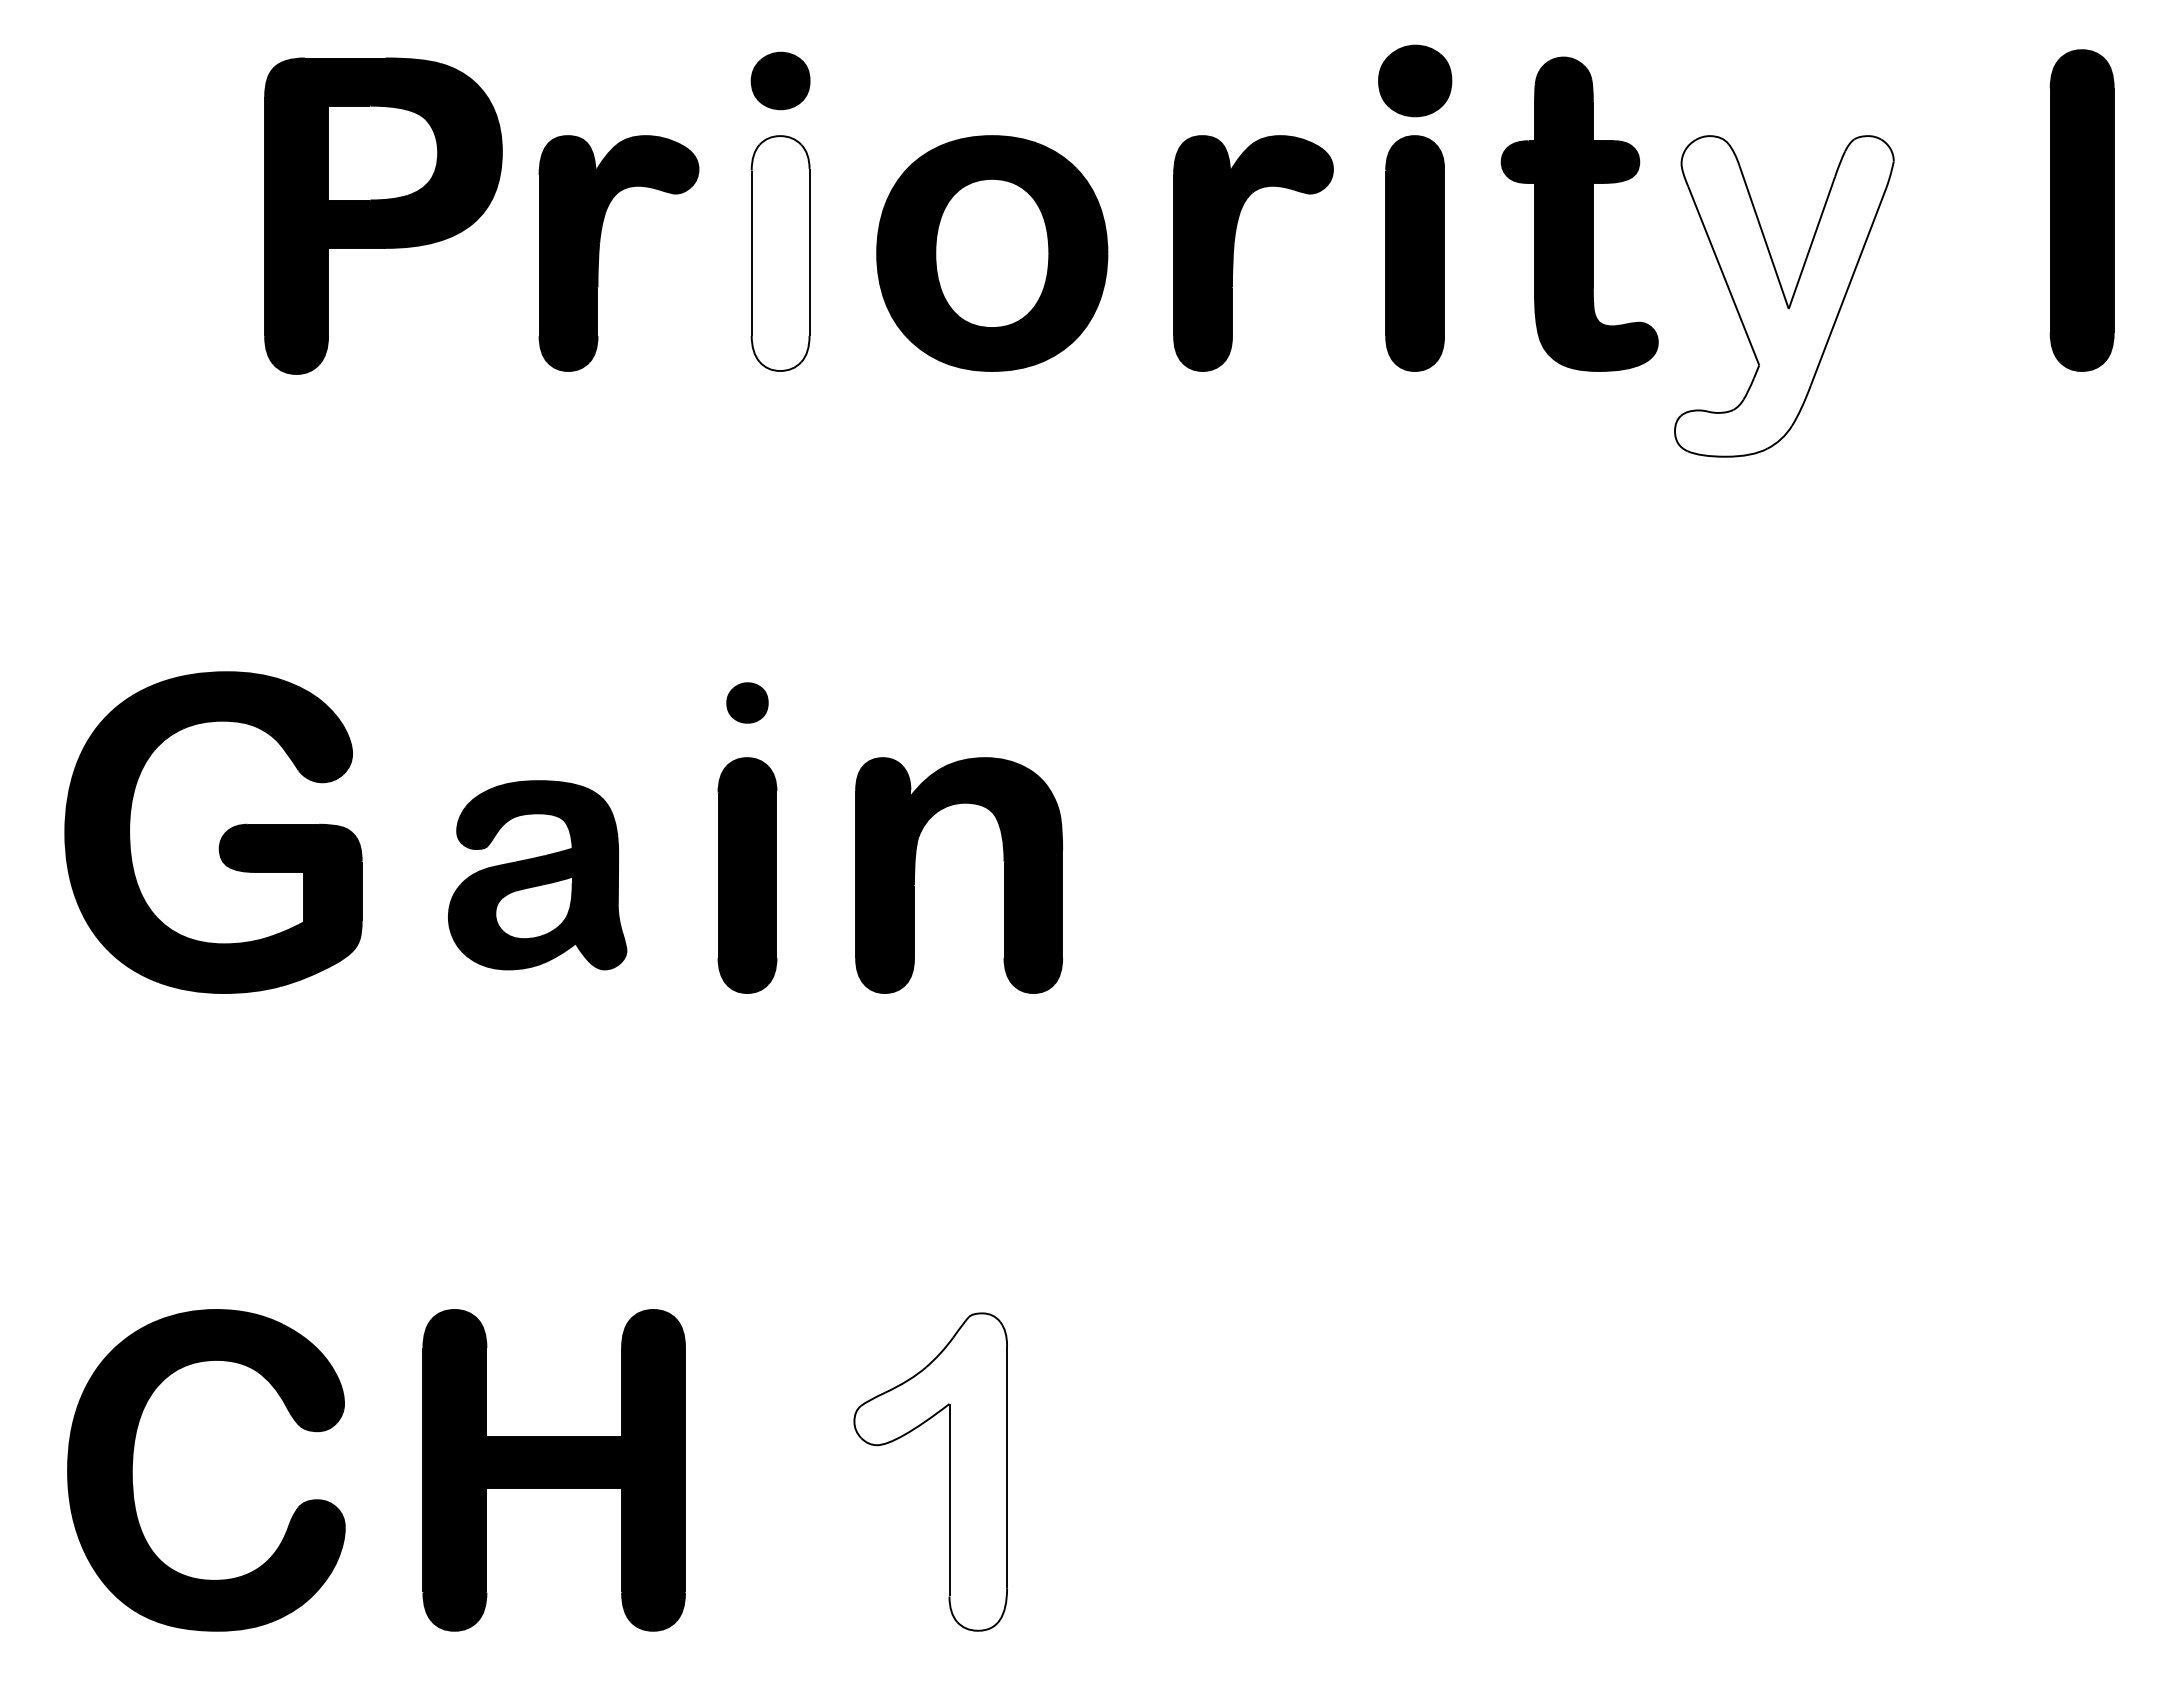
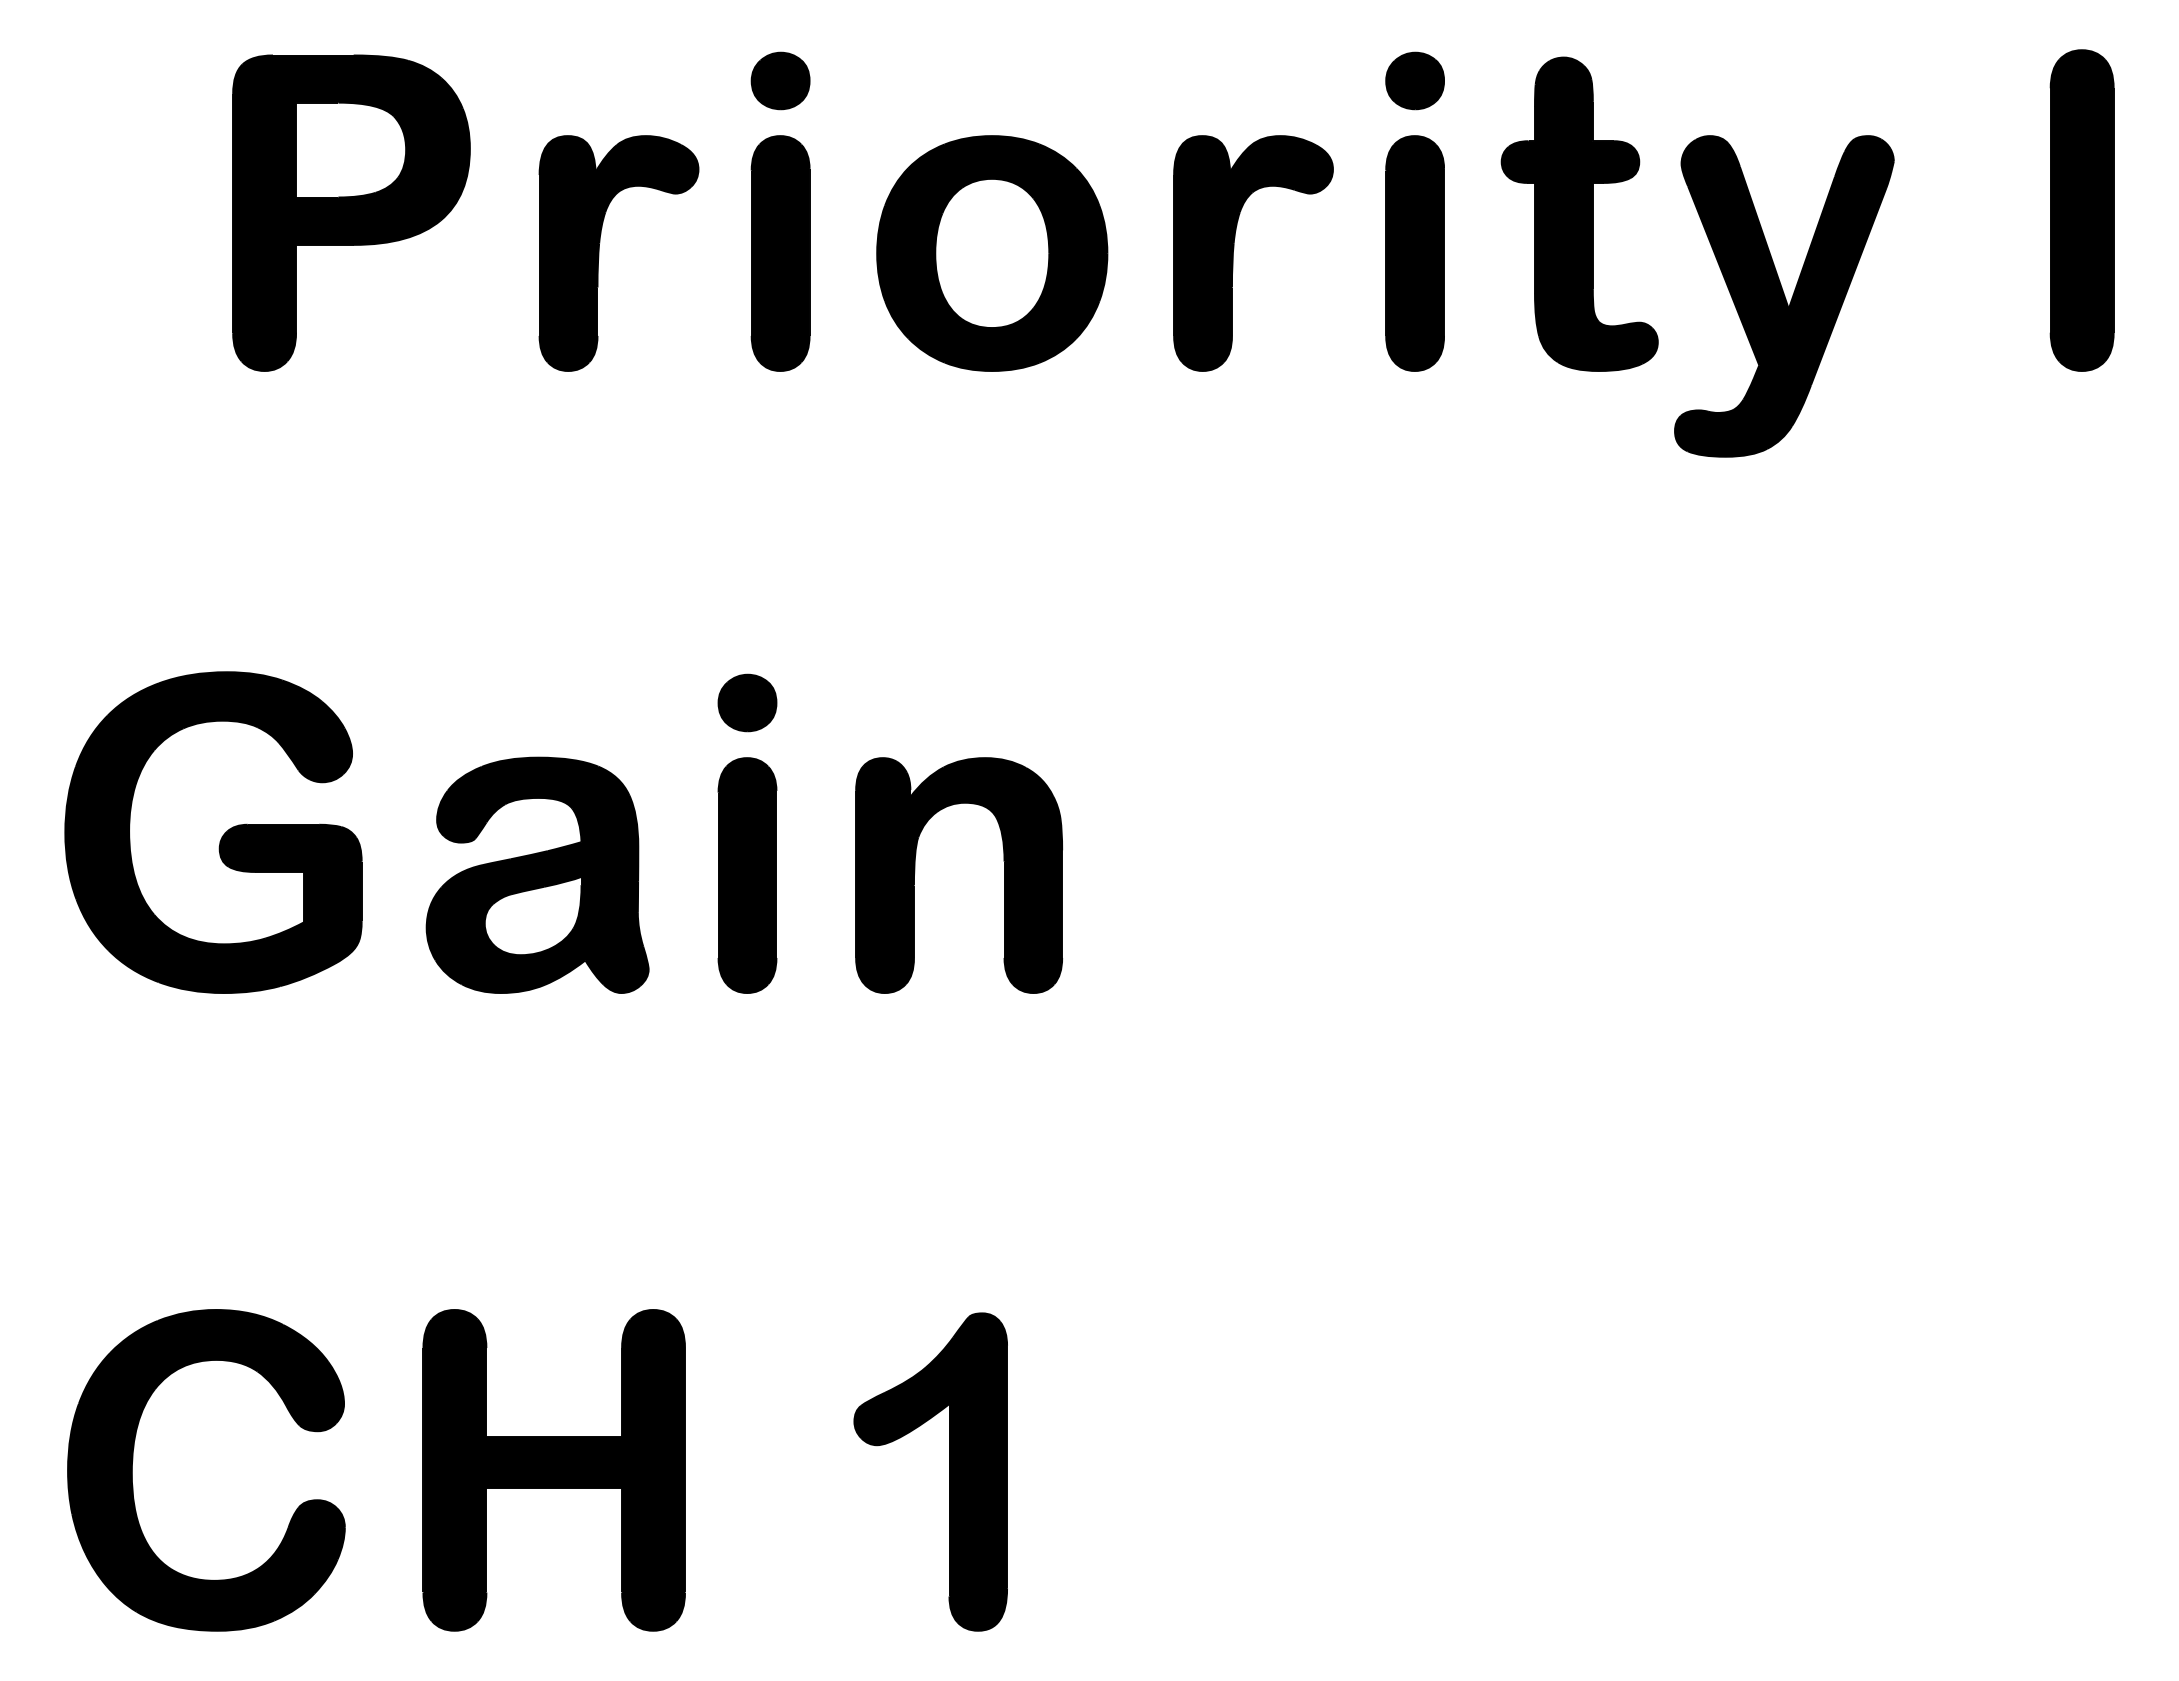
part at (1415, 80) size: 75x74 px -> 60x60 px
part at (383, 215) position: (383, 215) -> (351, 212)
fill at (780, 253): none -> present
fill at (1784, 296): none -> present
part at (747, 702) size: 43x42 px -> 61x60 px
part at (537, 875) size: 180x191 px -> 225x238 px
fill at (930, 1471): none -> present
